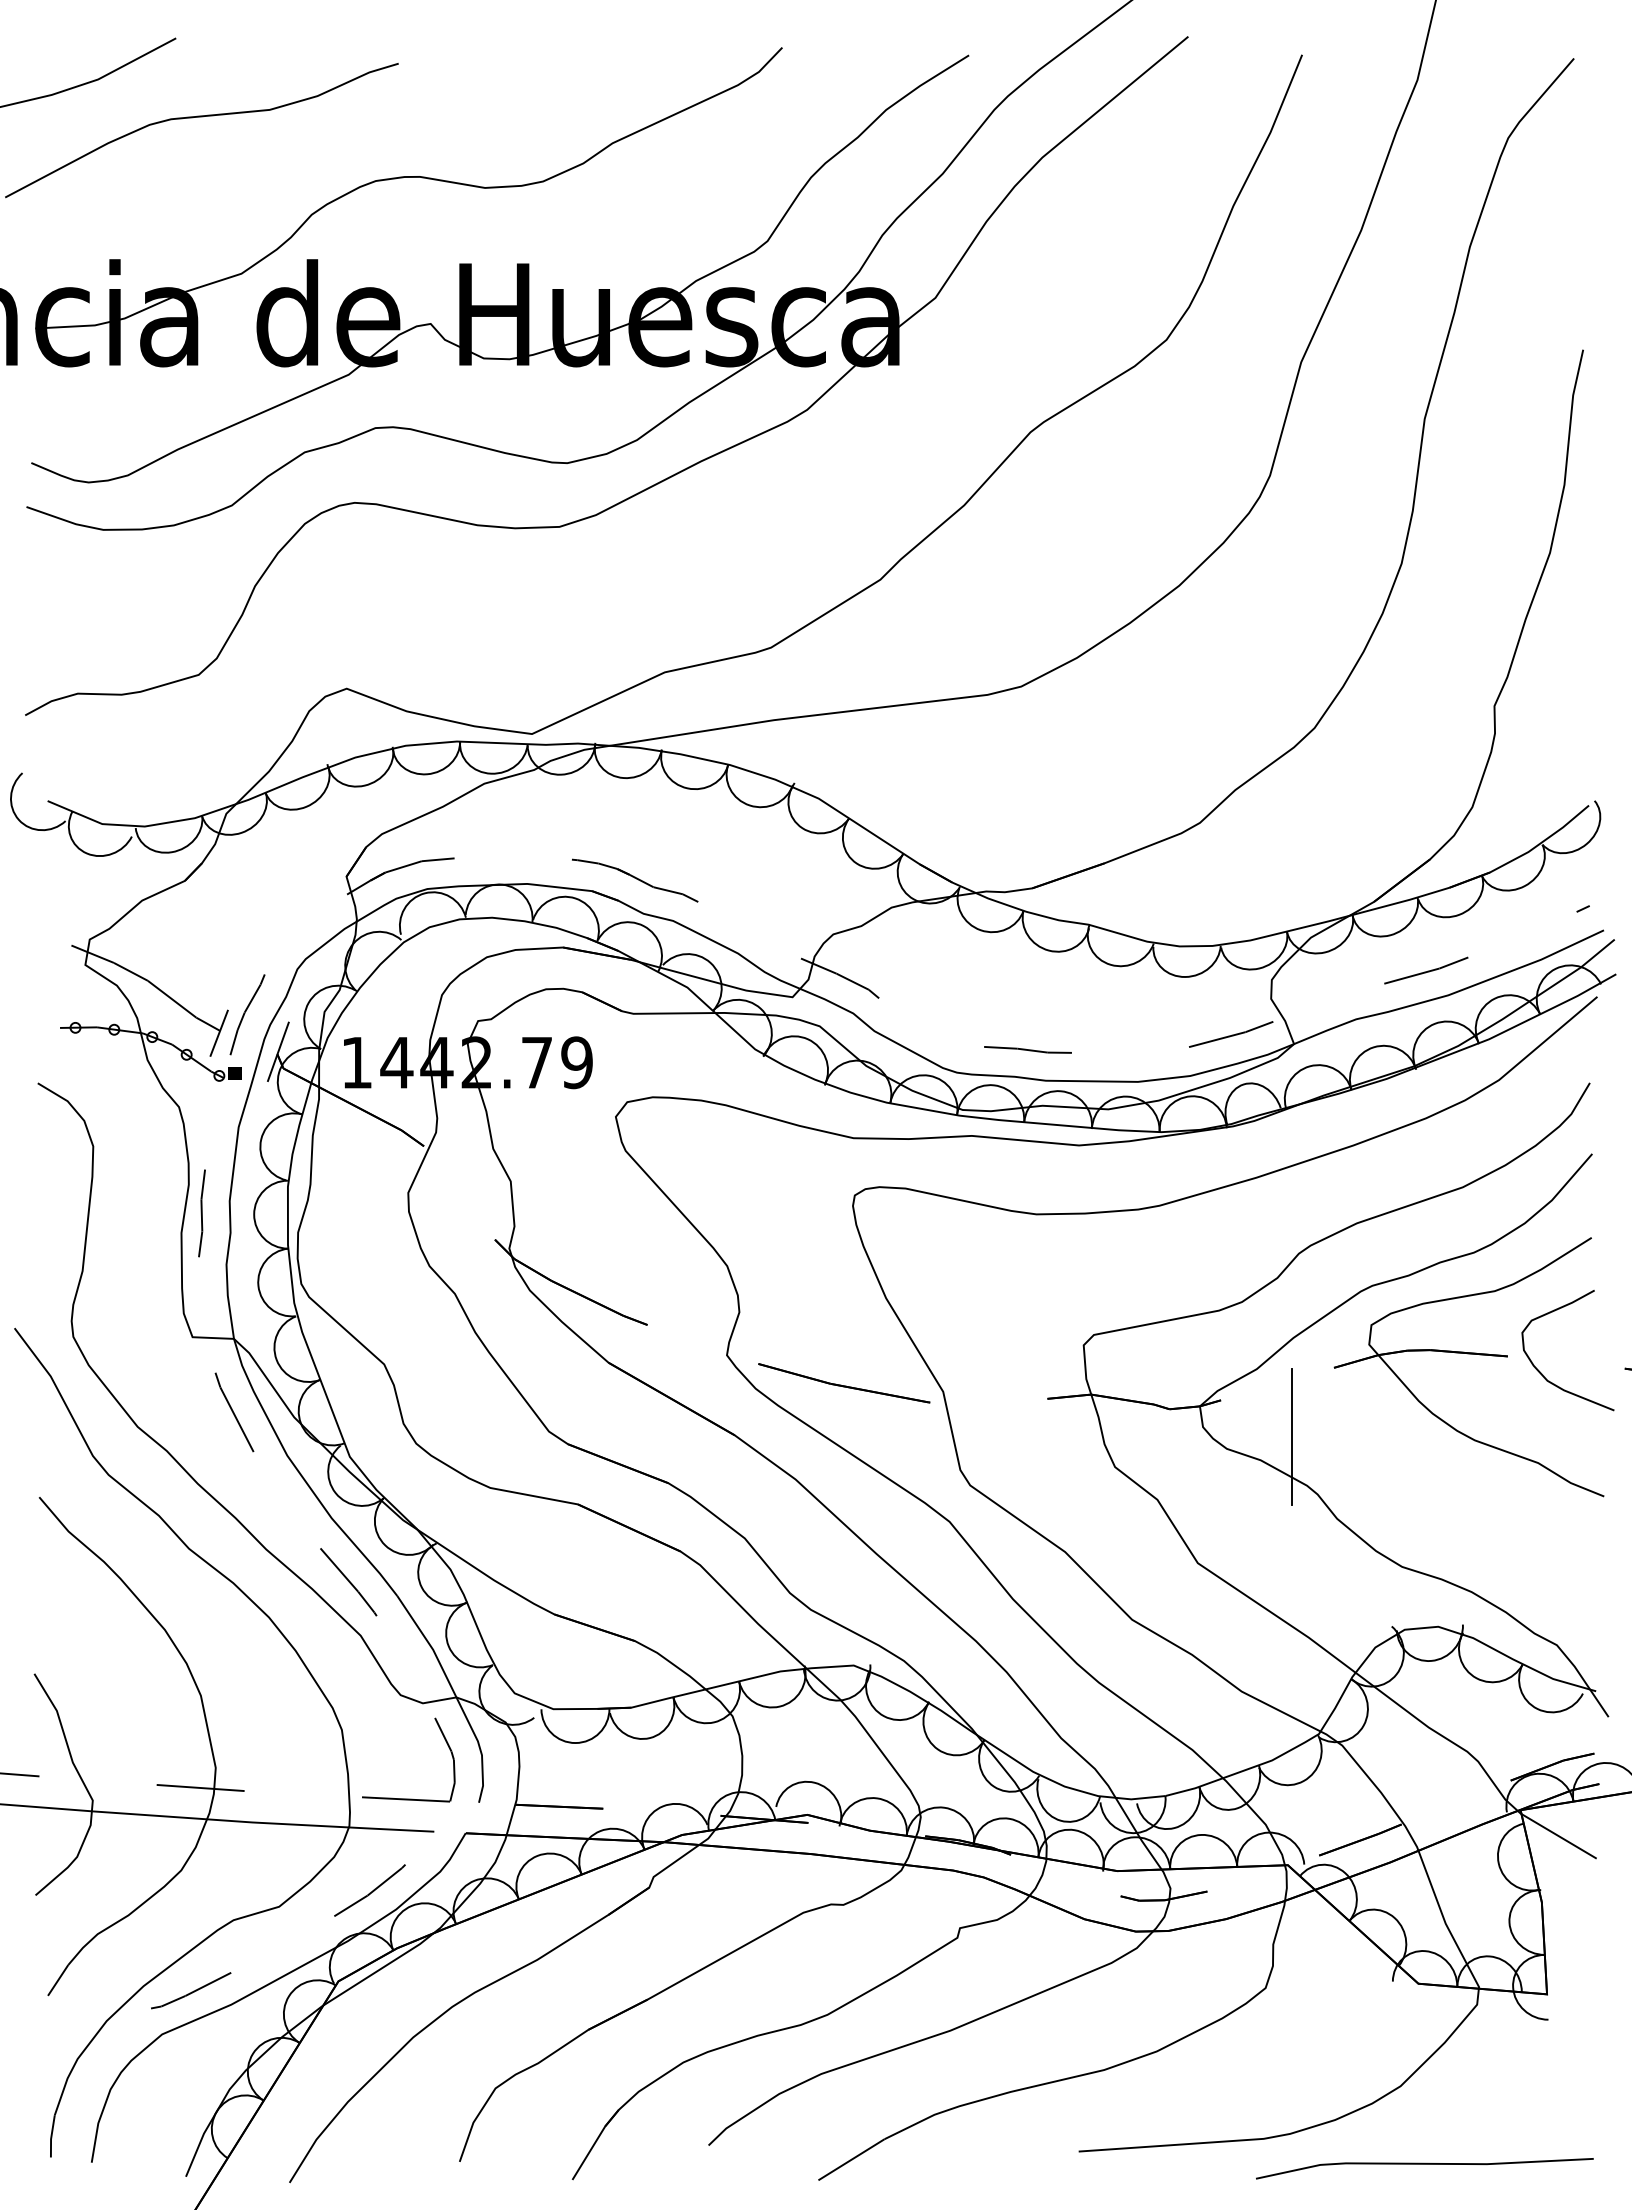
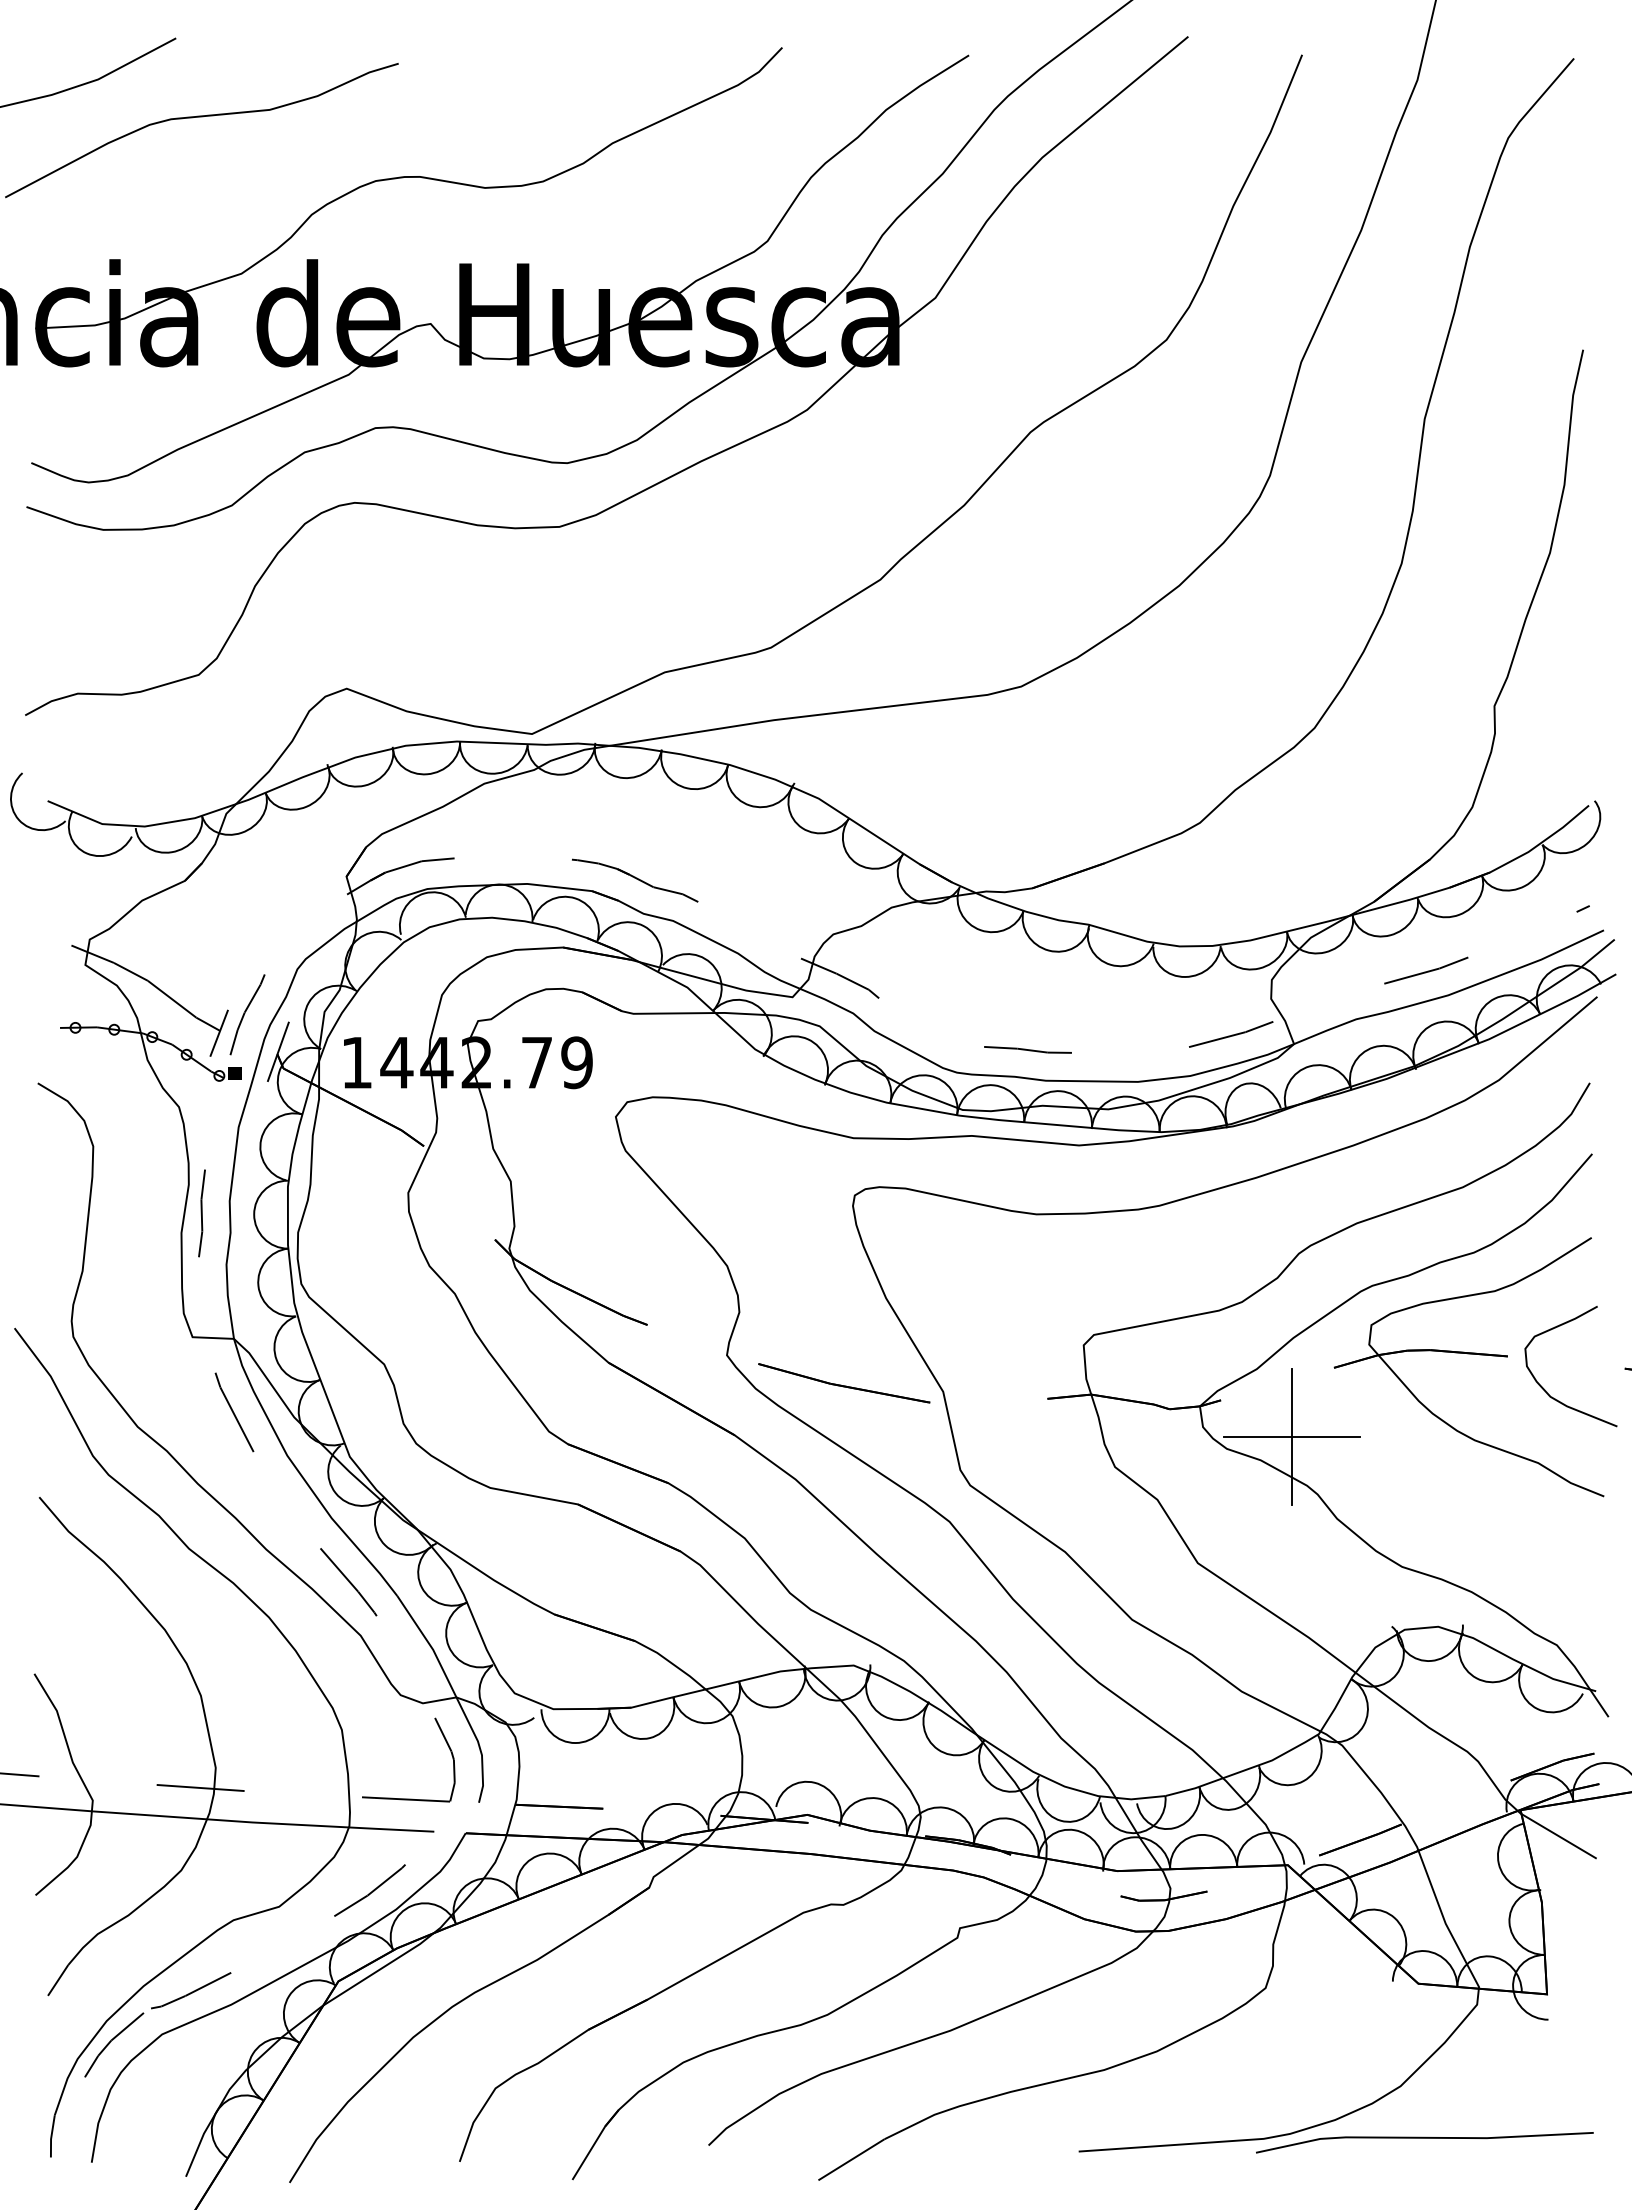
curve at (1543, 1374) position: (1543, 1374) -> (1546, 1390)
line at (1292, 1436): none -> present
curve at (110, 2043): none -> present
line at (1424, 2164) position: (1424, 2164) -> (1424, 2138)
